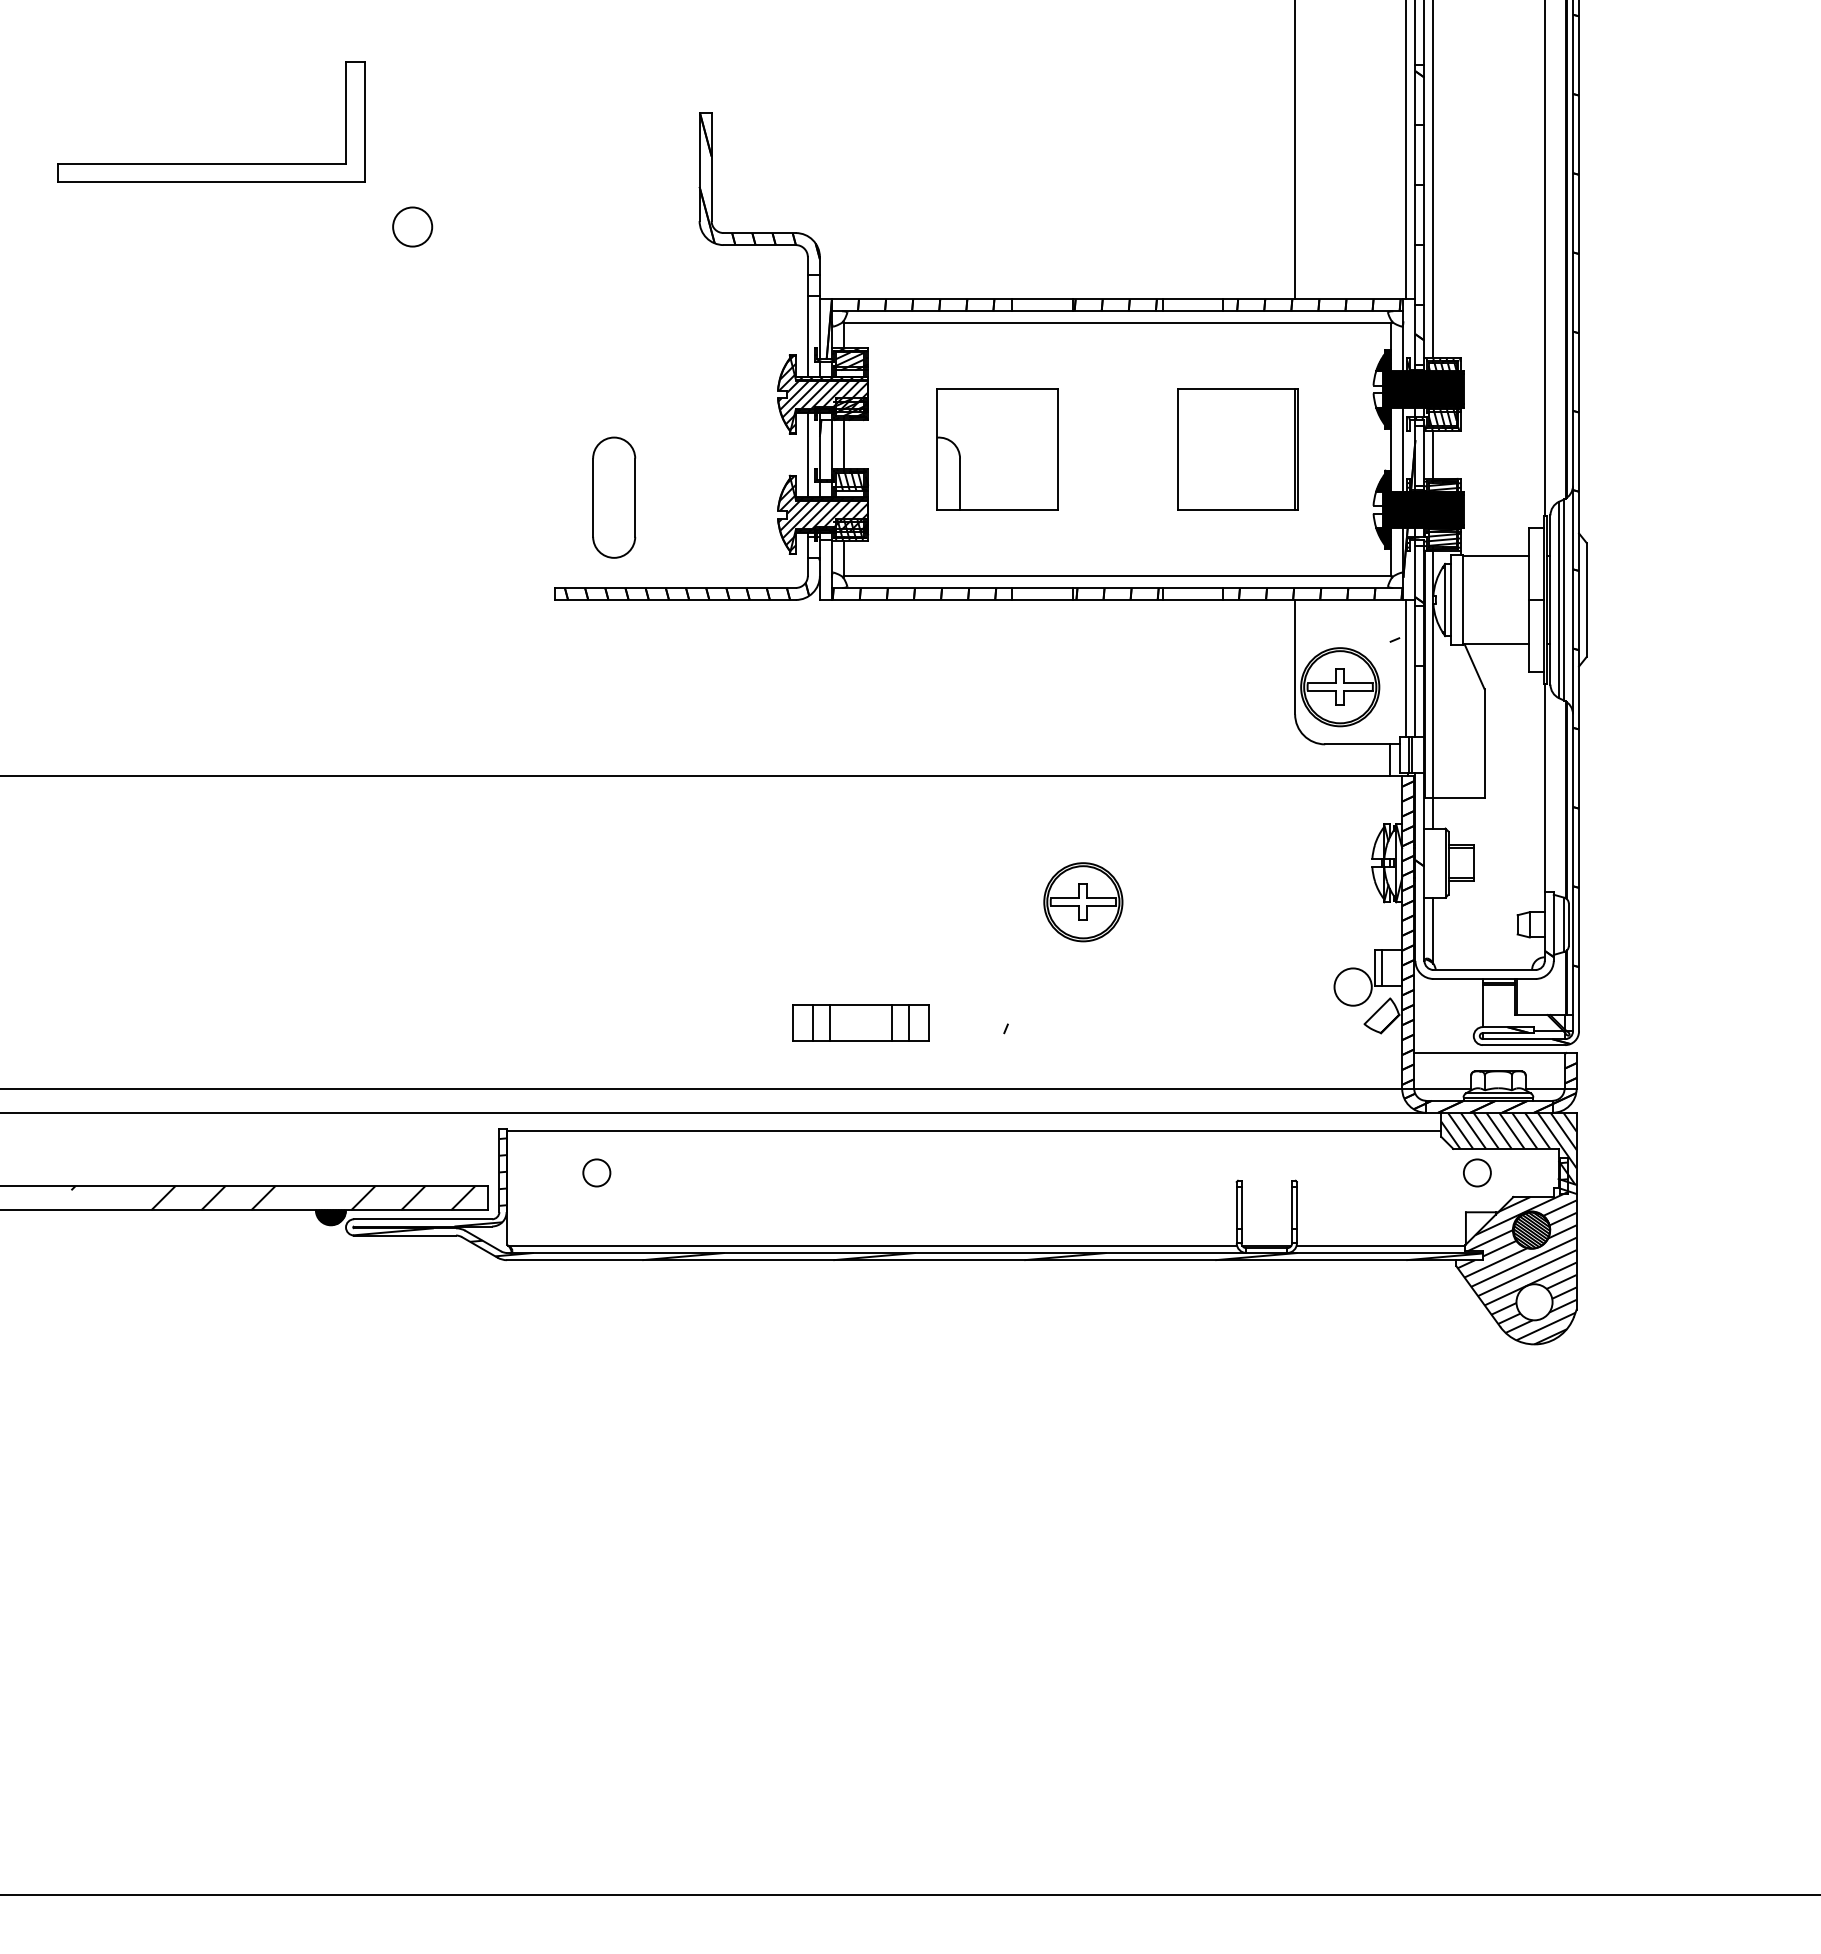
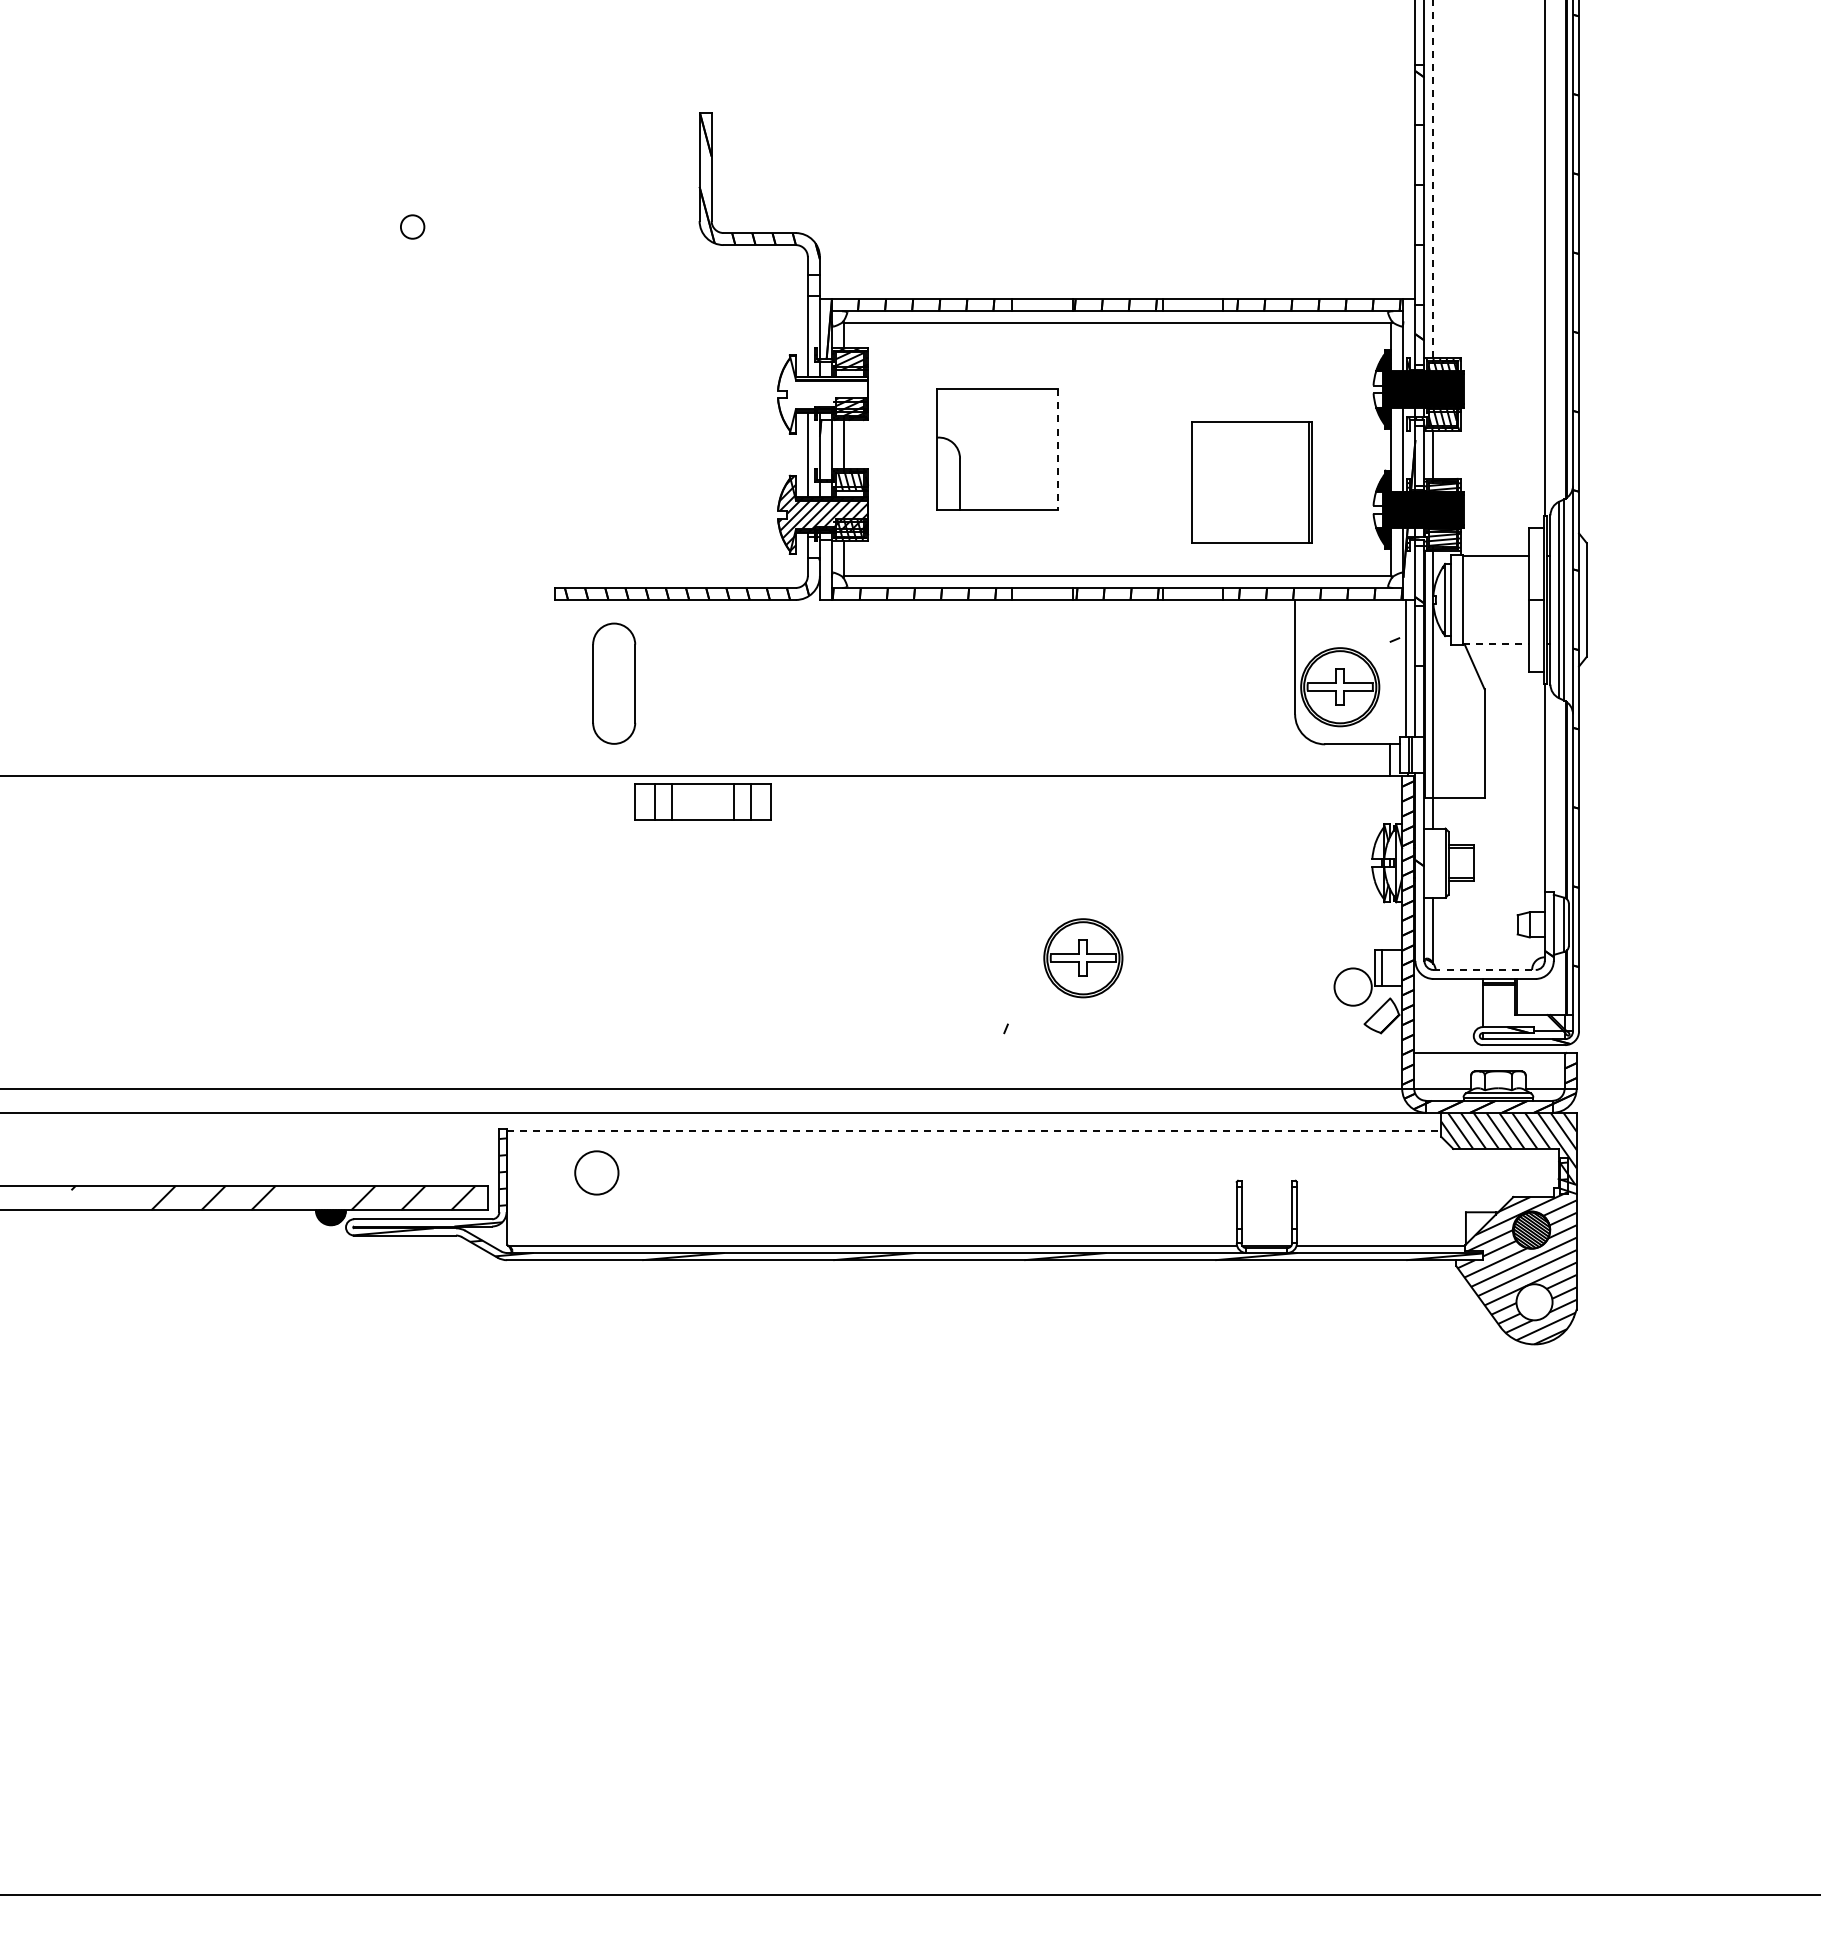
line at (1295, 150): present -> none
line at (1406, 150): present -> none
part at (211, 163): present -> none
line at (1433, 179): solid -> dashed
circle at (412, 226) diameter: 39 px -> 23 px
hatch at (823, 392): present -> none
part at (1237, 449) position: (1237, 449) -> (1251, 482)
line at (1057, 450): solid -> dashed
part at (614, 497) position: (614, 497) -> (614, 683)
line at (1496, 644): solid -> dashed
part at (1083, 902) position: (1083, 902) -> (1083, 958)
line at (1485, 969): solid -> dashed
part at (860, 1022) position: (860, 1022) -> (702, 801)
line at (974, 1130): solid -> dashed
circle at (596, 1172) diameter: 27 px -> 43 px
circle at (1477, 1172): present -> none
